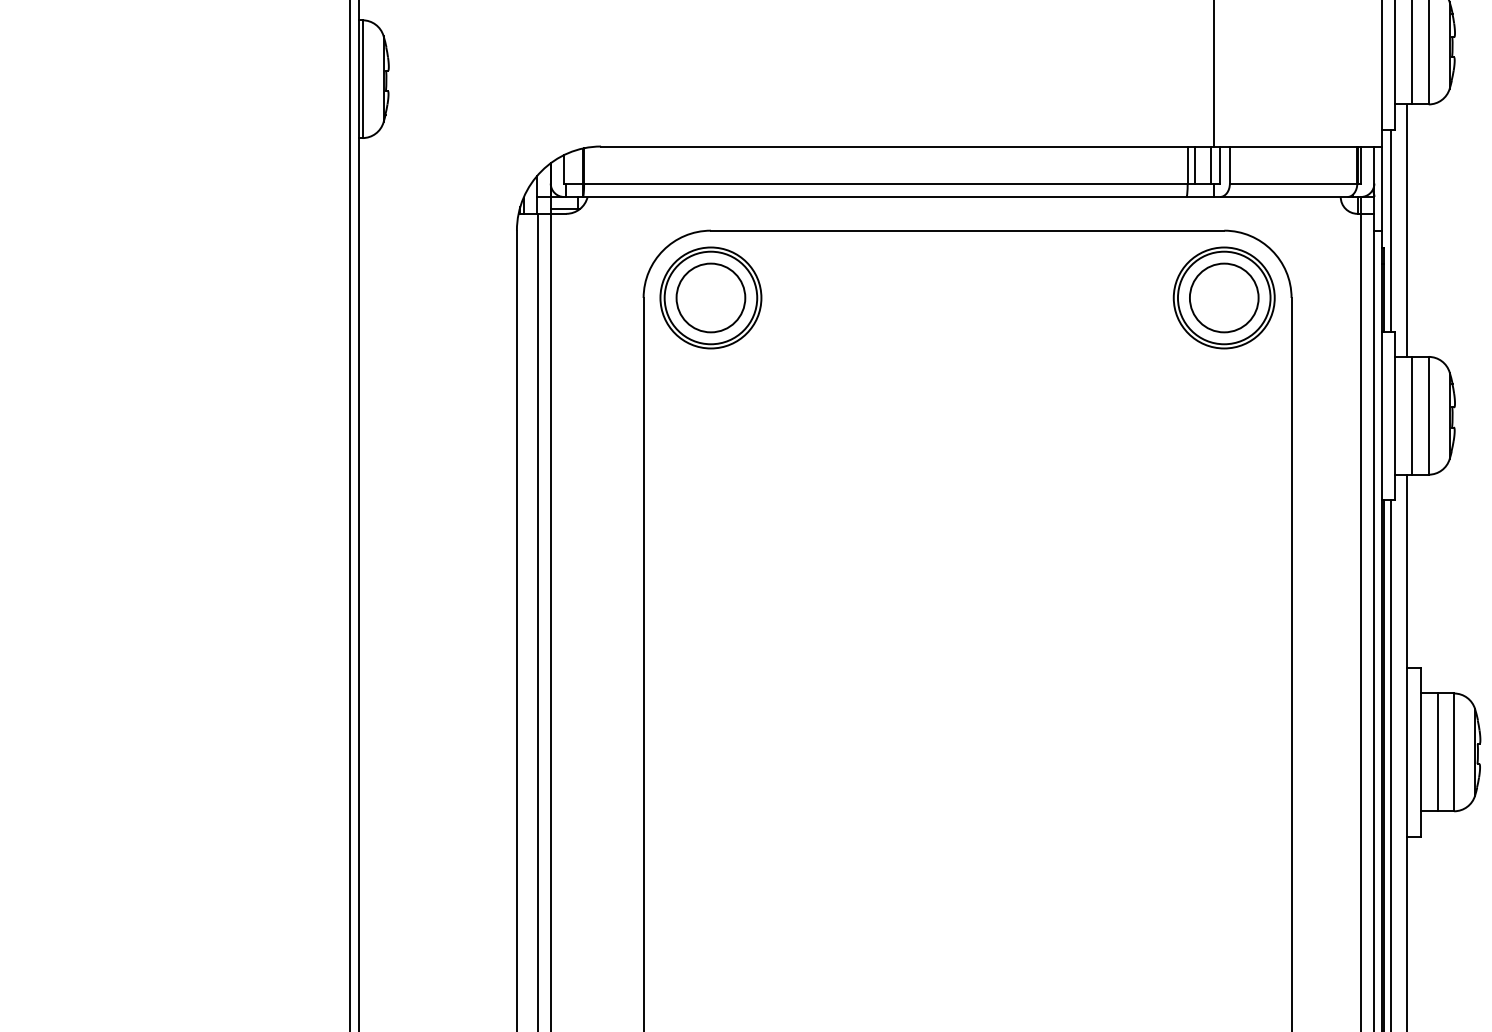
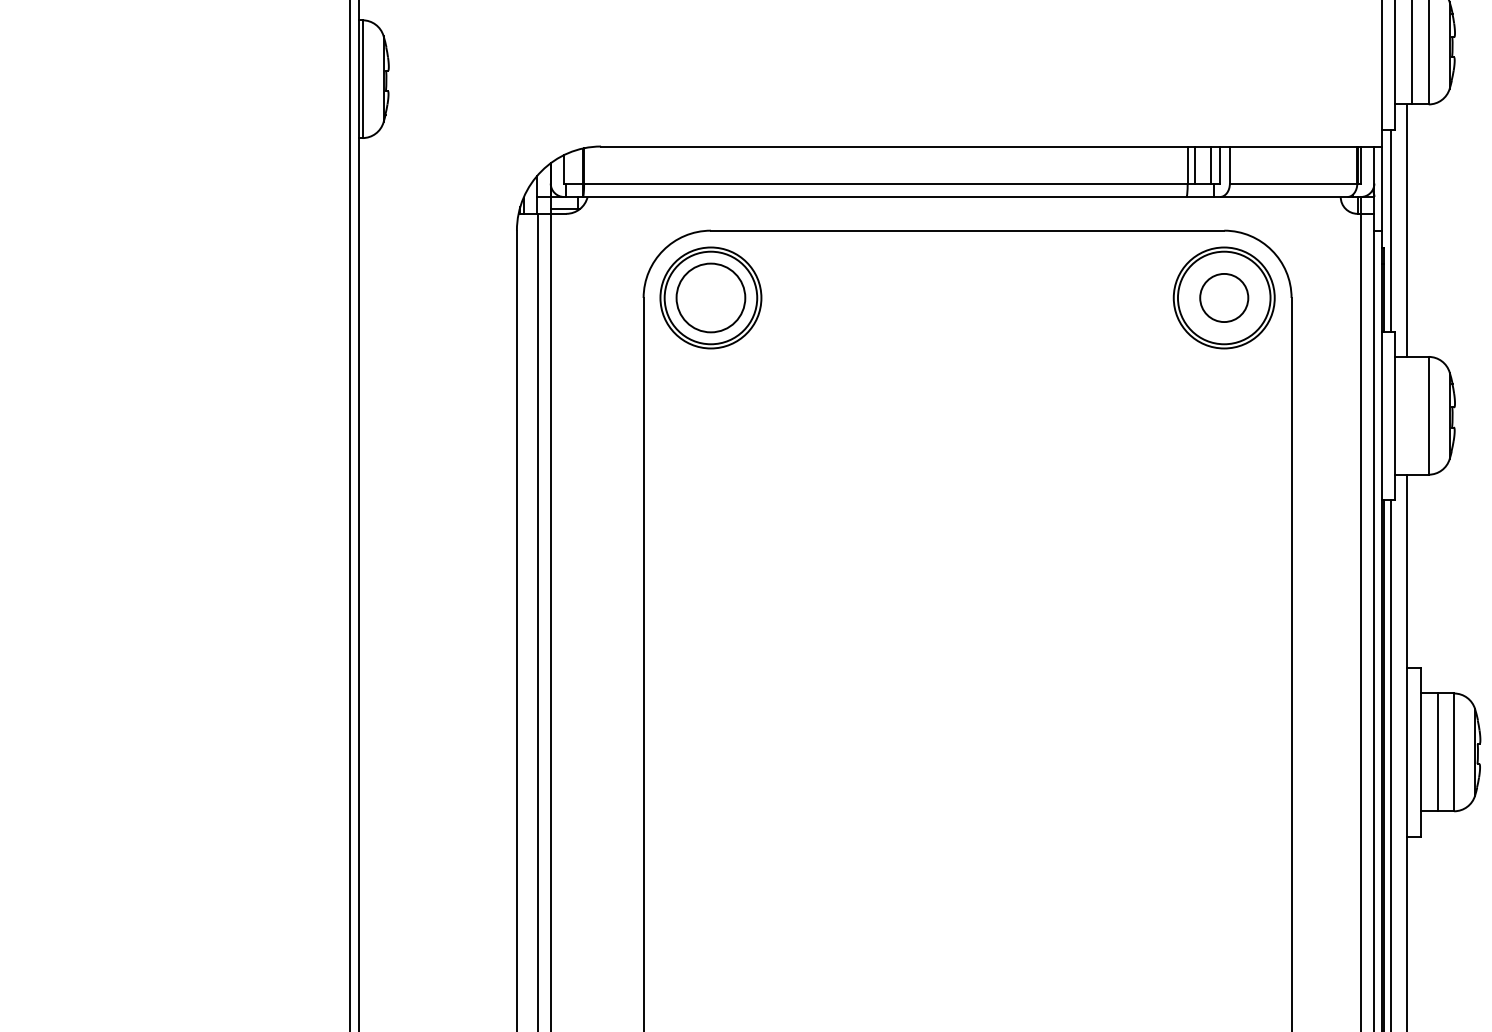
line at (1214, 74): present -> none
circle at (1223, 297) diameter: 69 px -> 48 px
line at (1412, 415): present -> none
